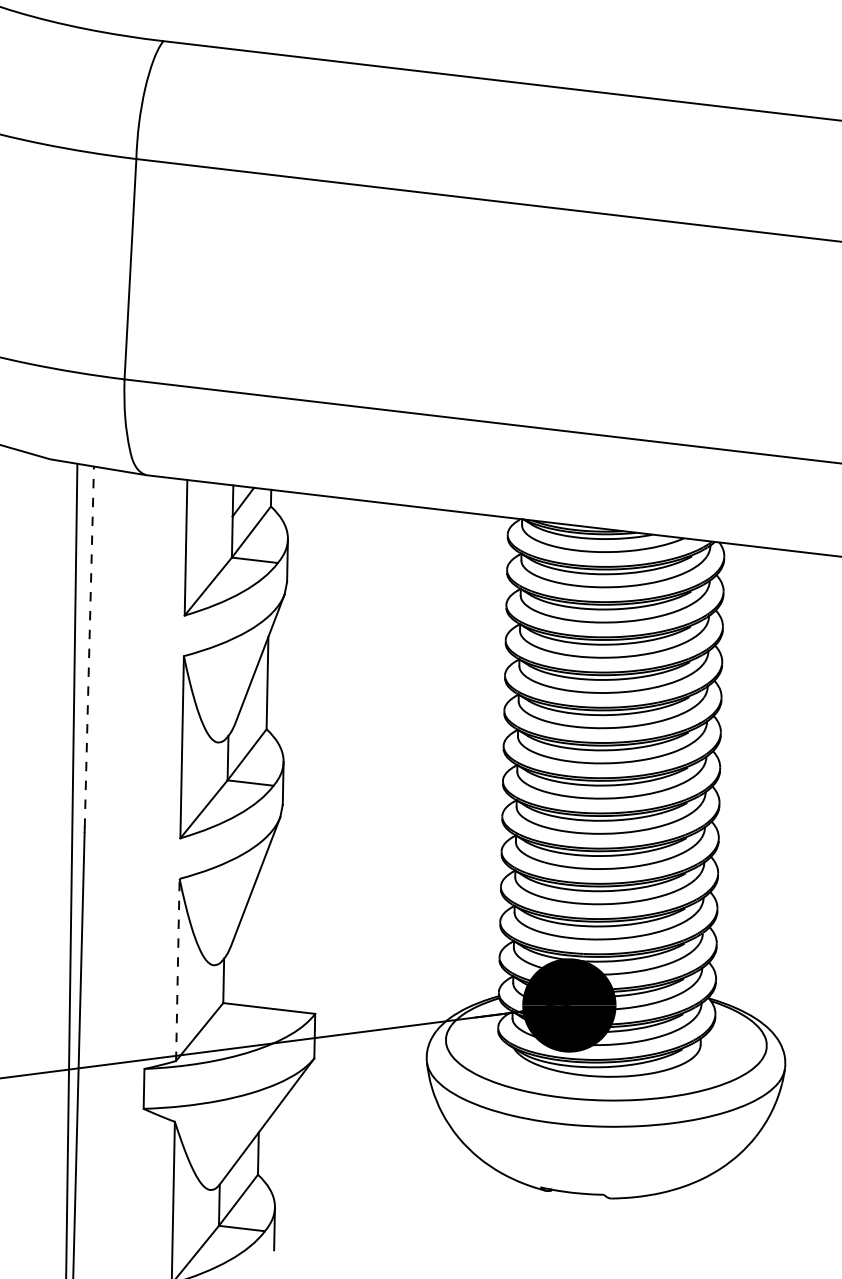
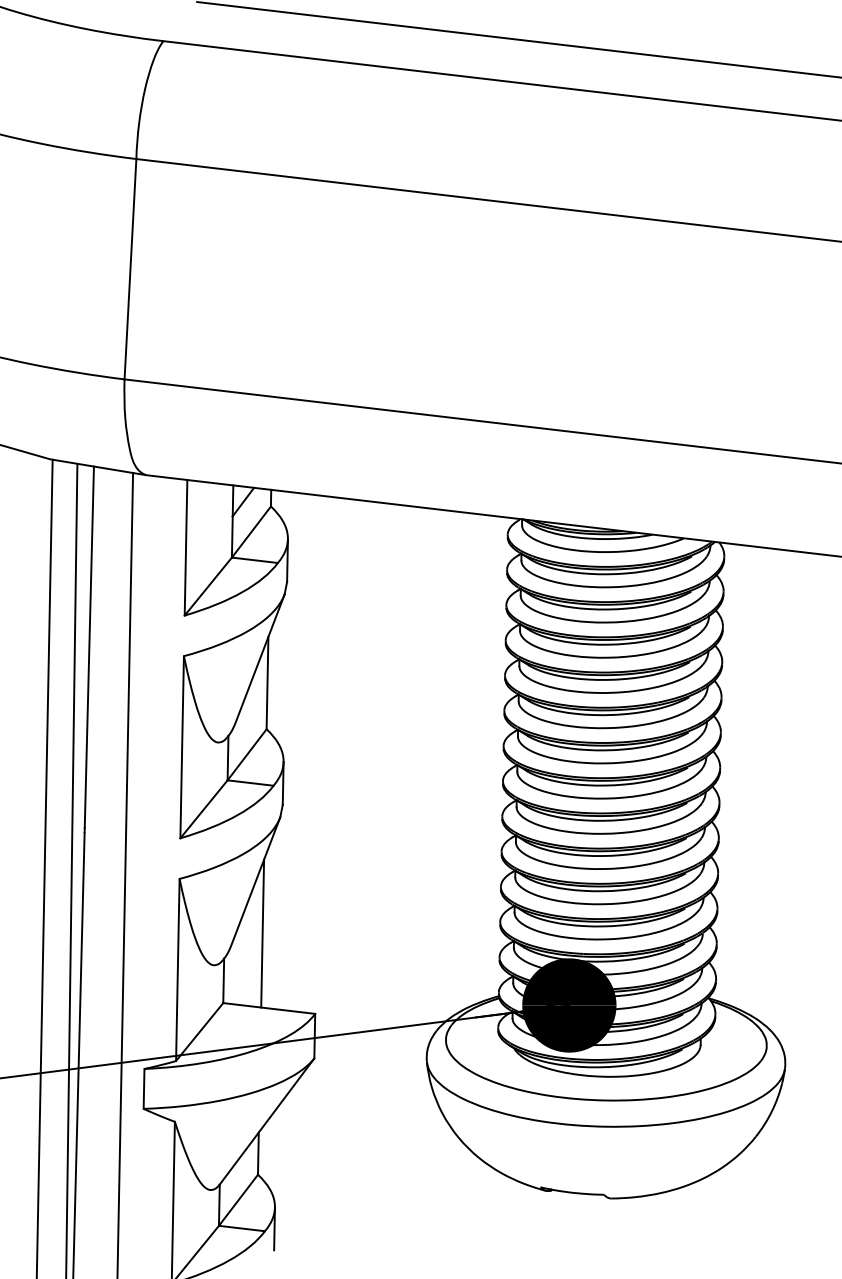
line at (517, 39): none -> present
line at (89, 647): dashed -> solid
line at (44, 867): none -> present
line at (125, 874): none -> present
line at (262, 933): none -> present
line at (177, 969): dashed -> solid
